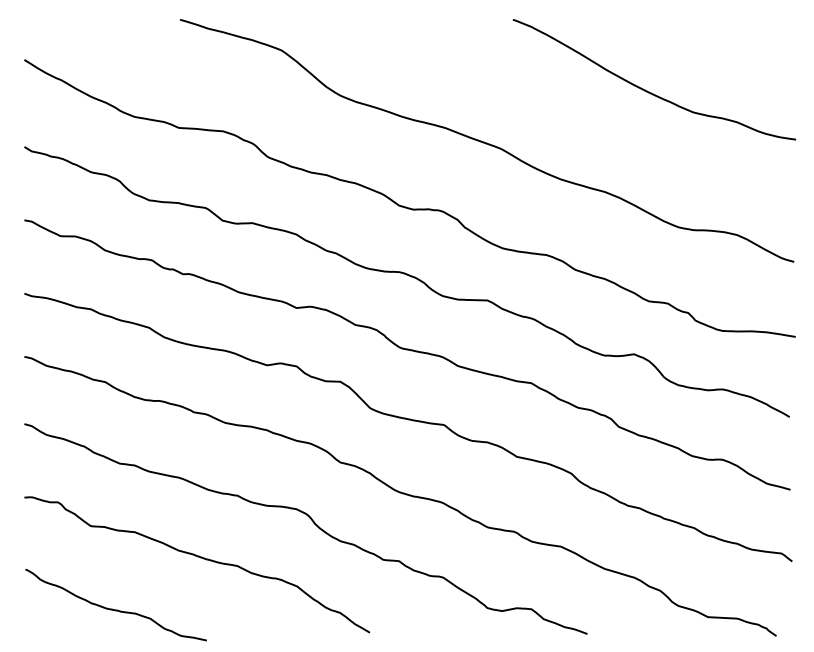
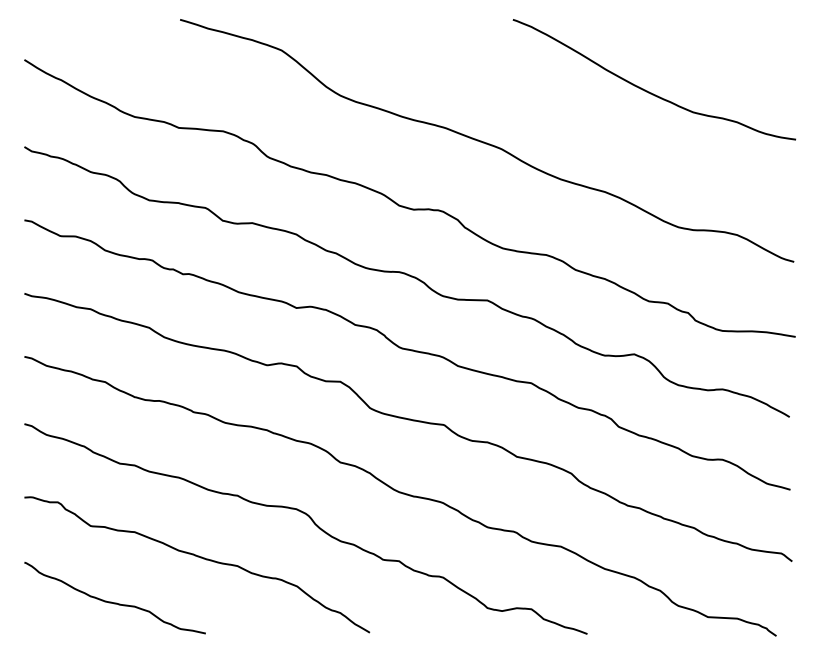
curve at (115, 609) position: (115, 609) -> (114, 602)
